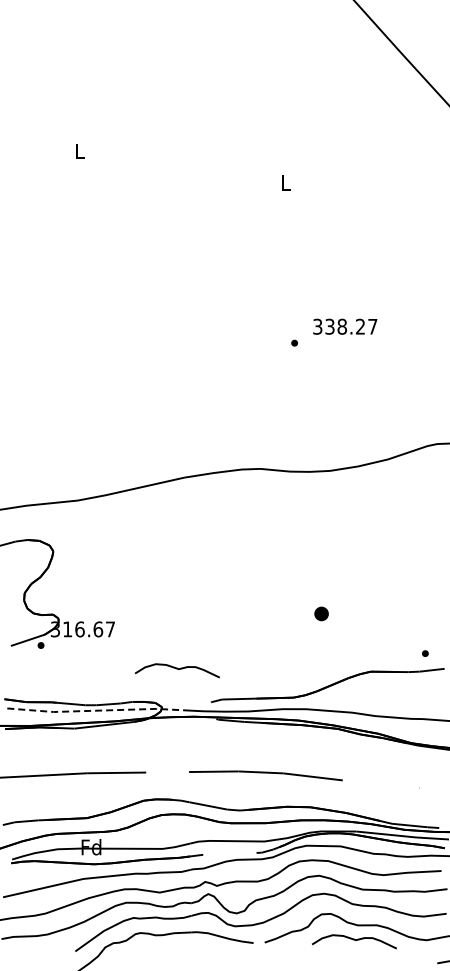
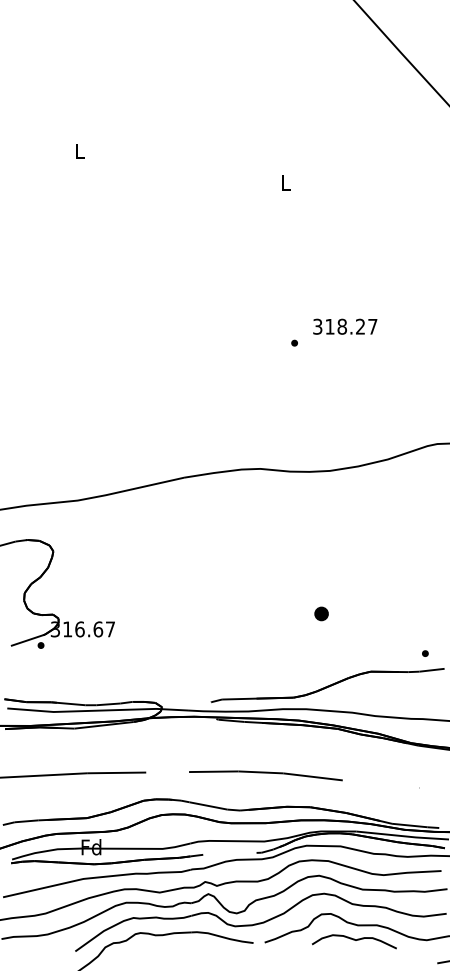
text at (329, 326): 338.27 -> 318.27
curve at (177, 669): present -> none
line at (97, 710): dashed -> solid
